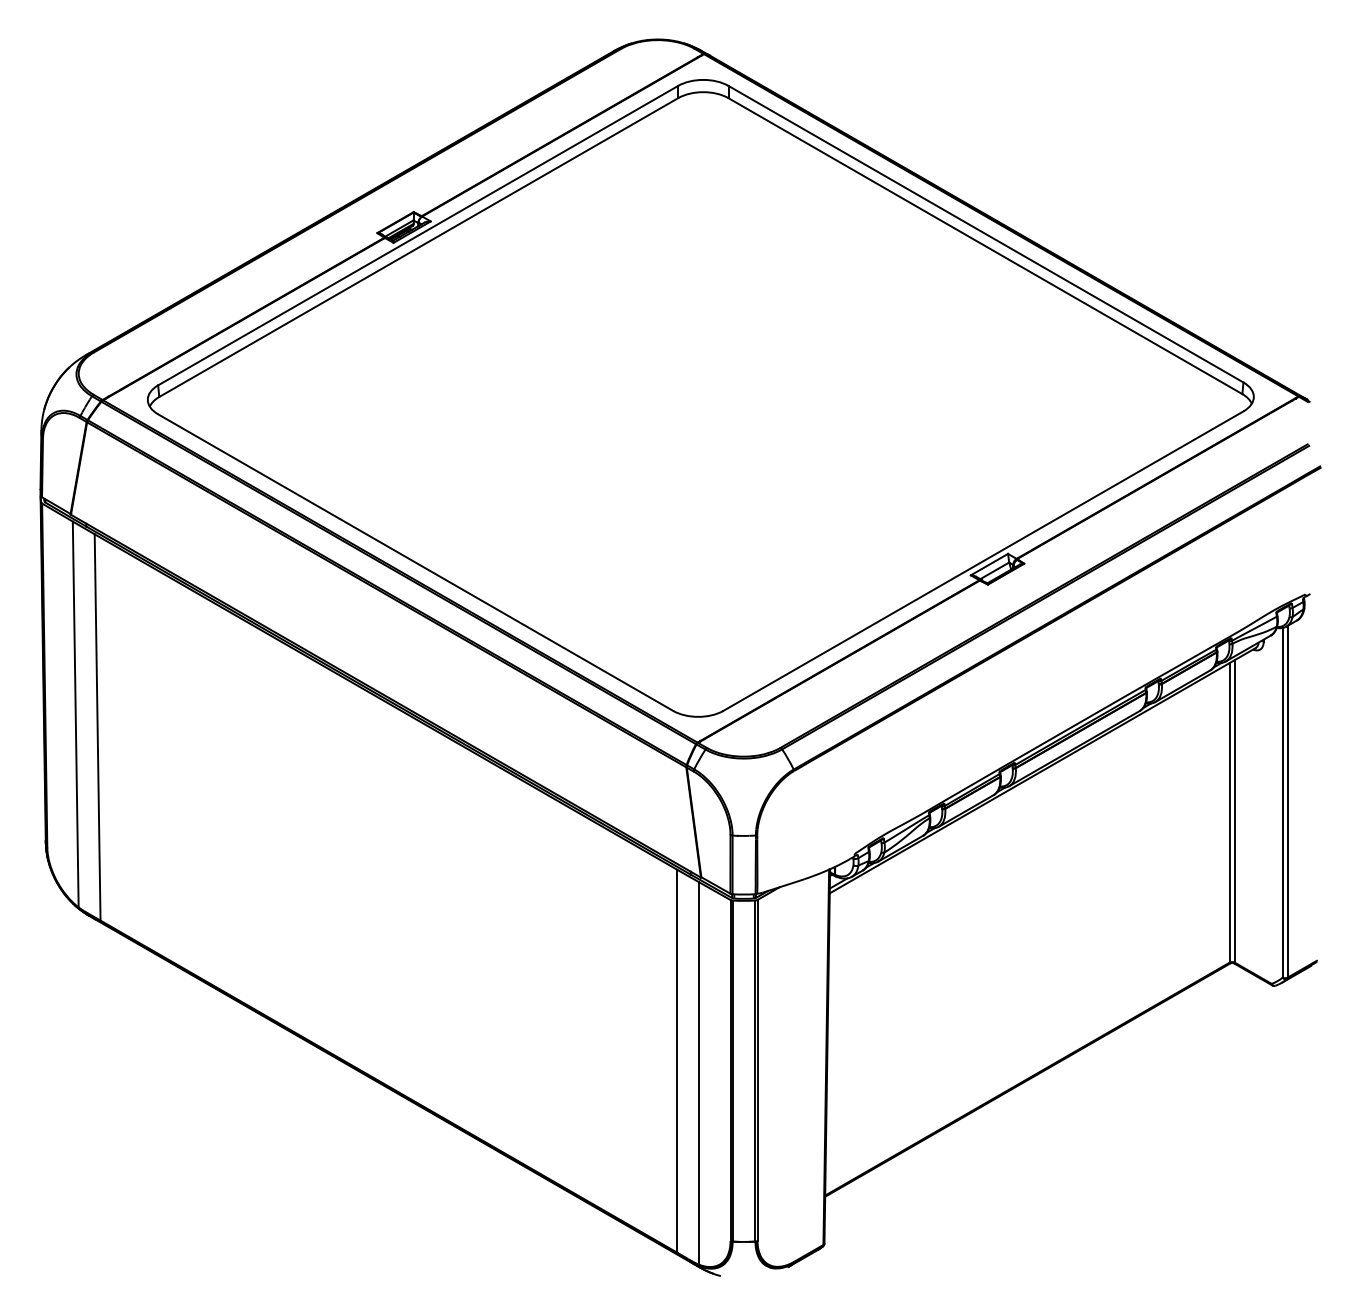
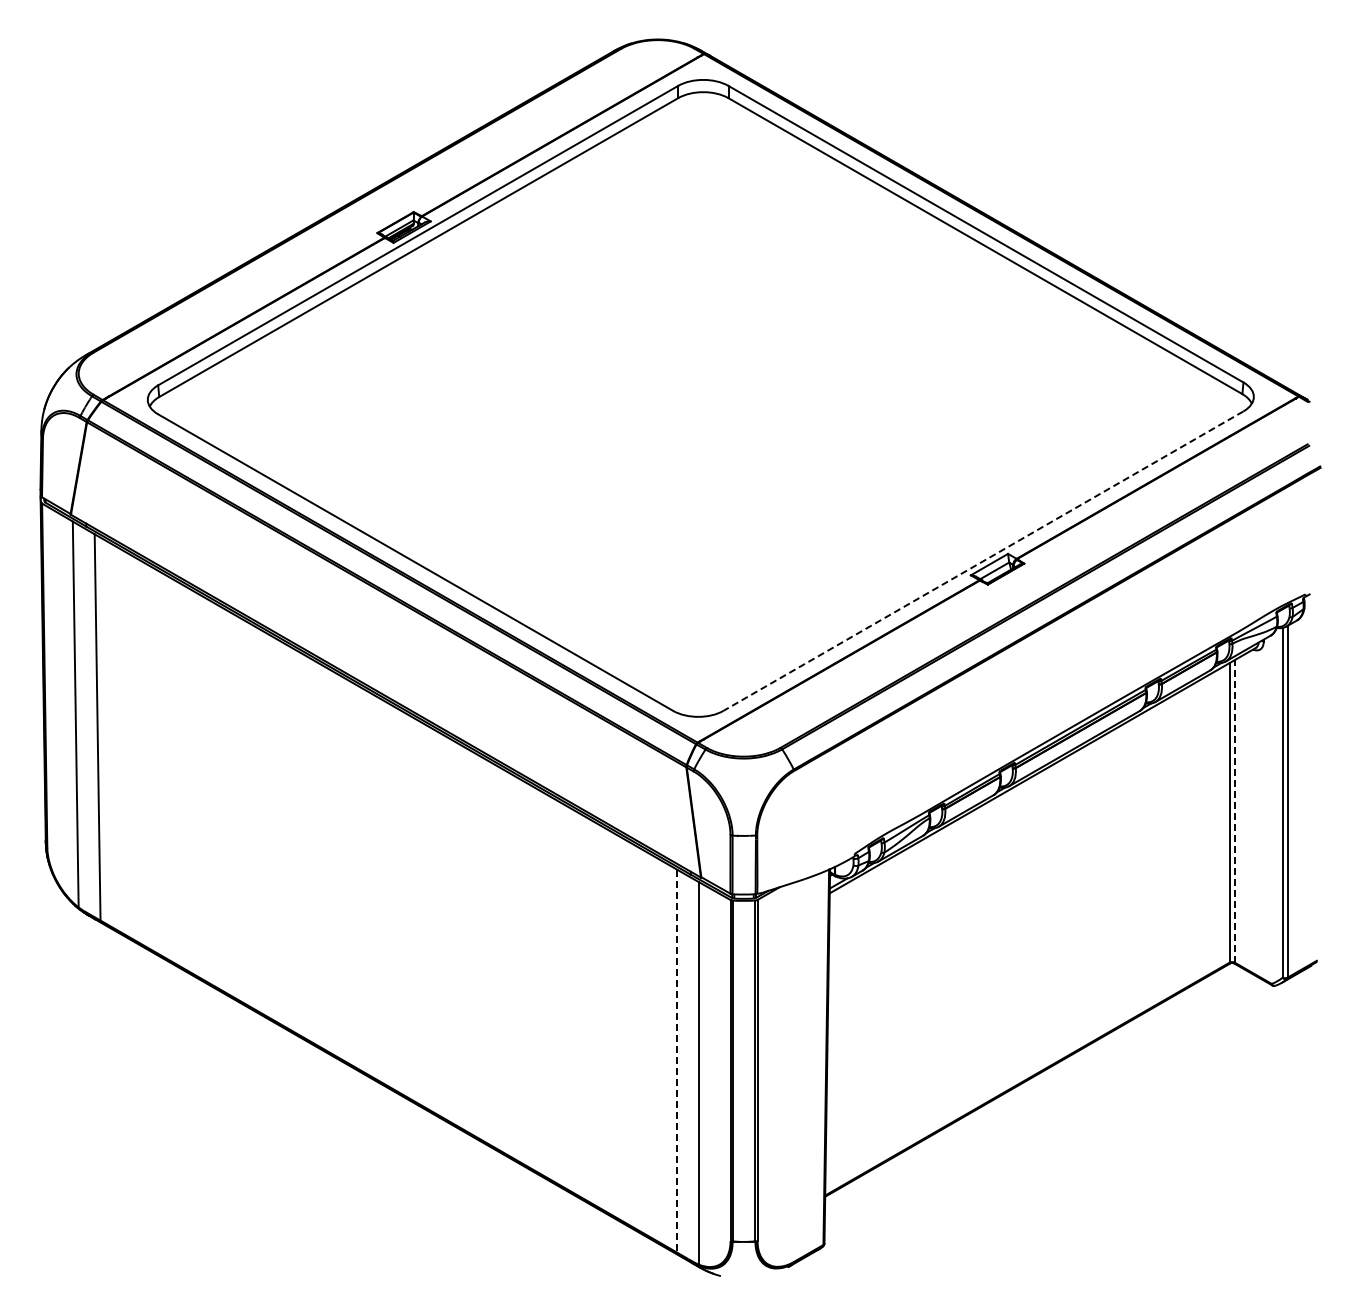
line at (983, 561): solid -> dashed
line at (1234, 810): solid -> dashed
line at (677, 1061): solid -> dashed
